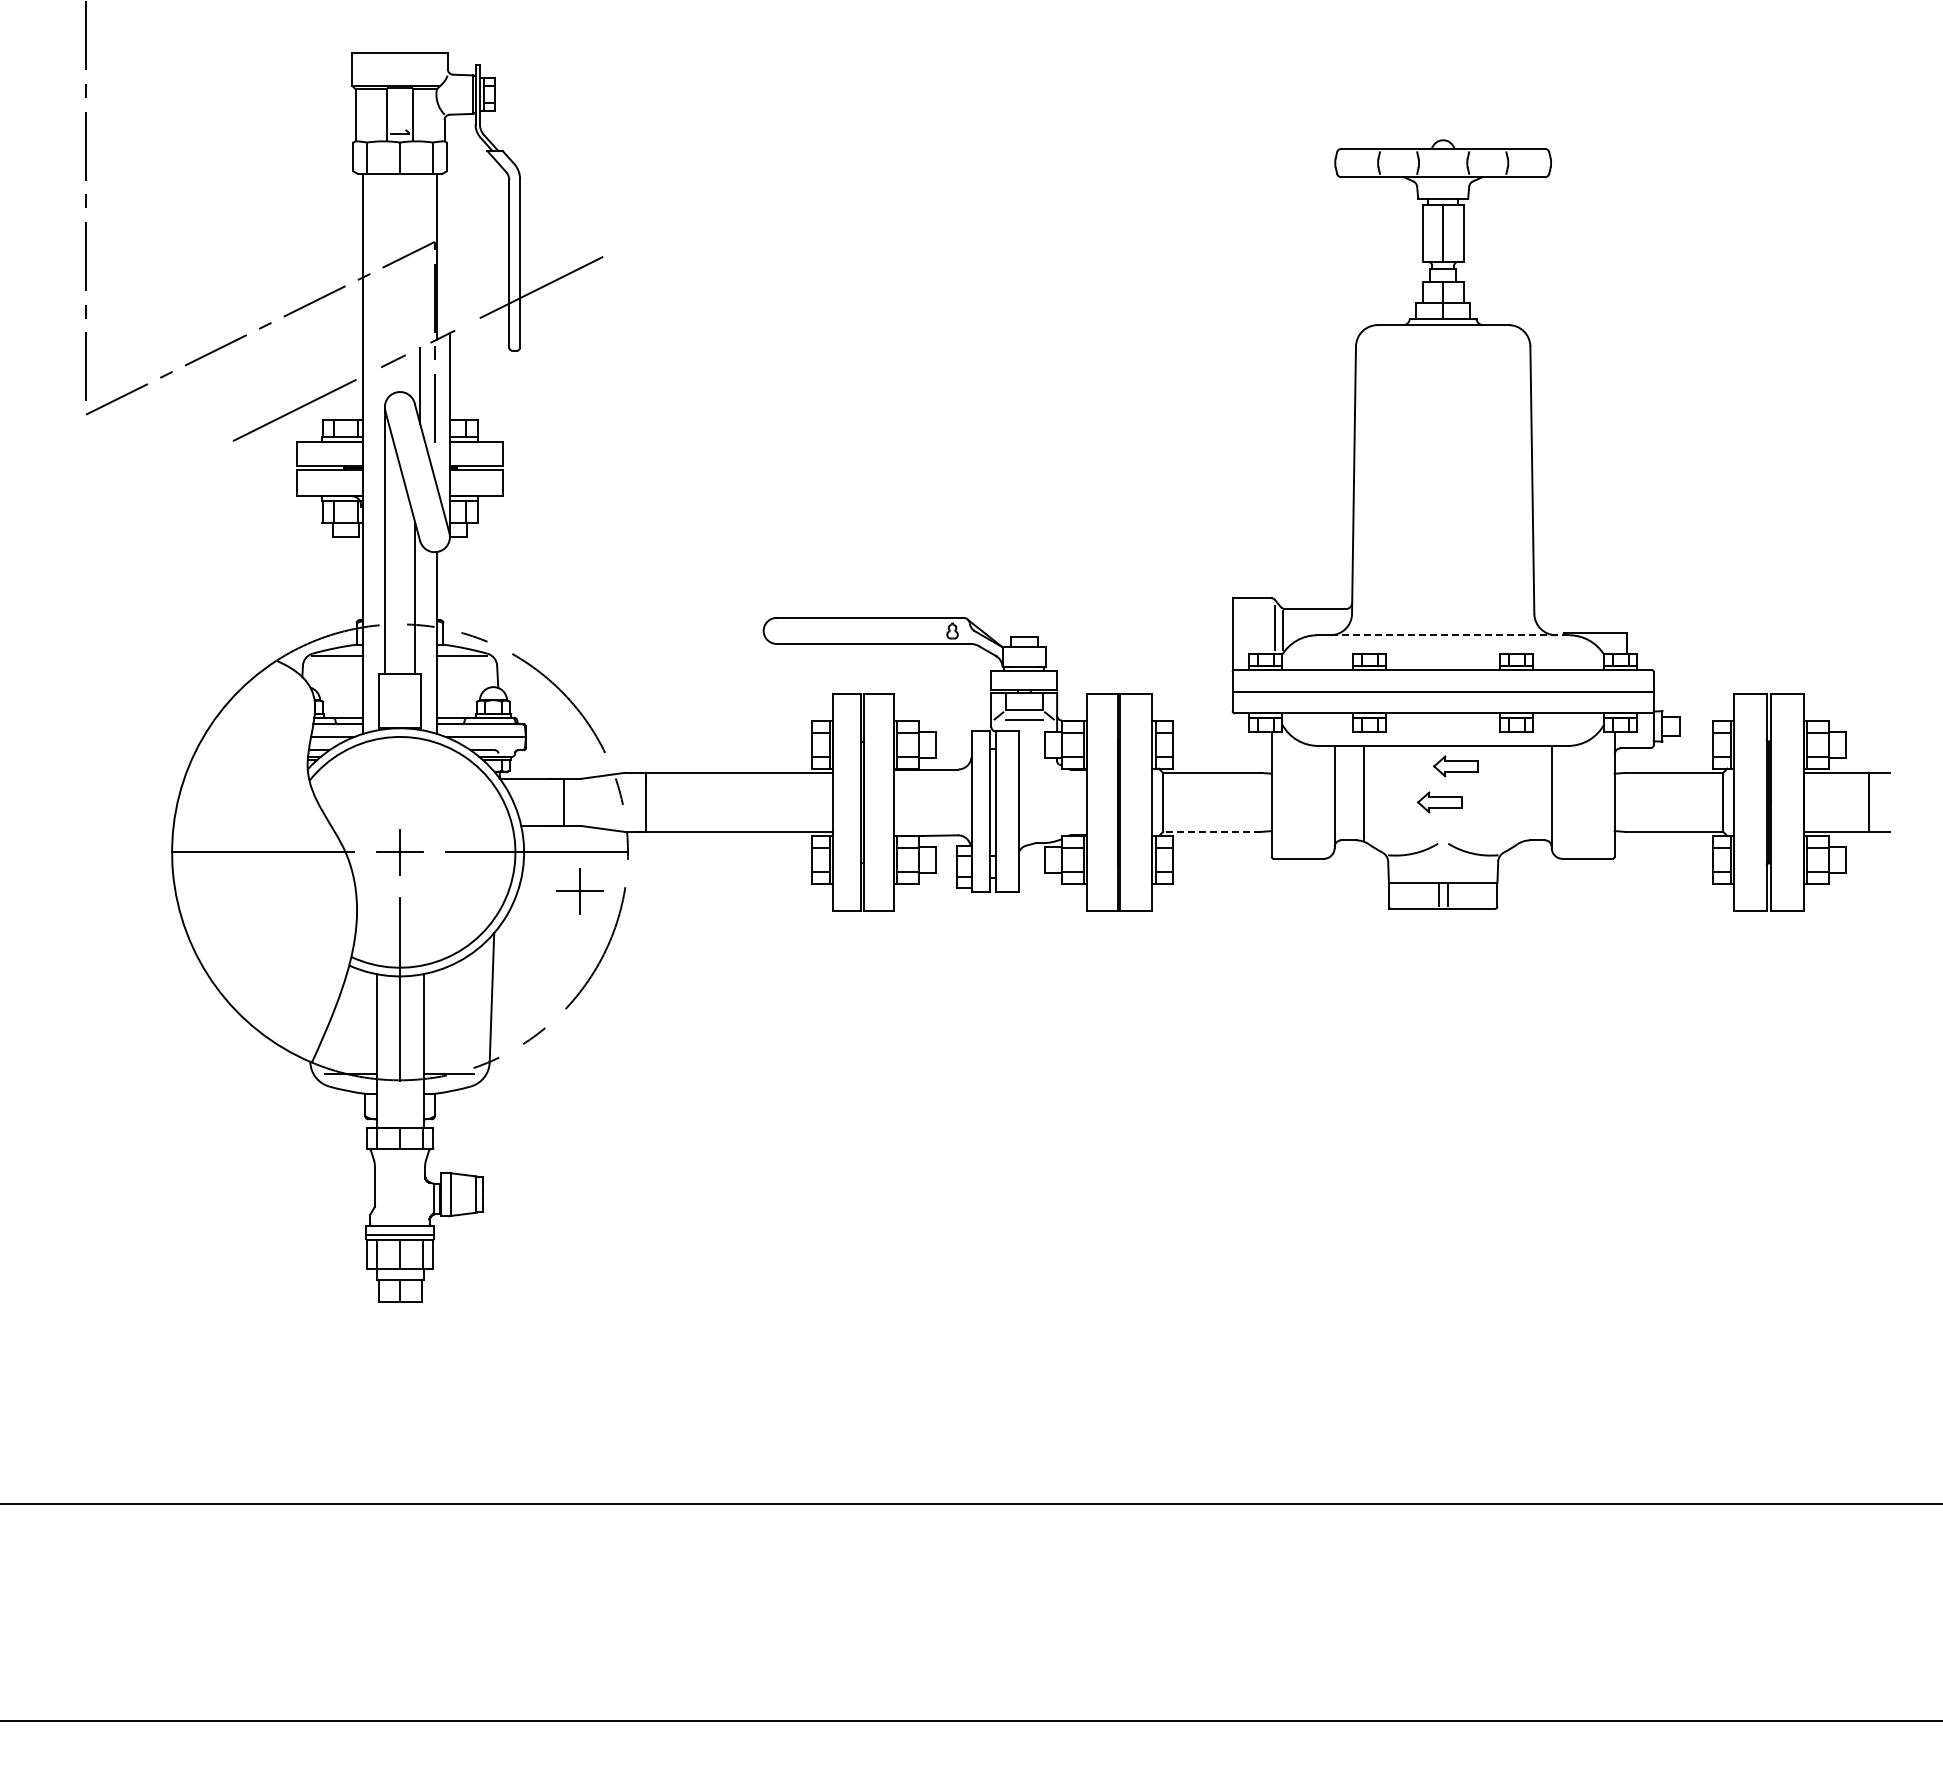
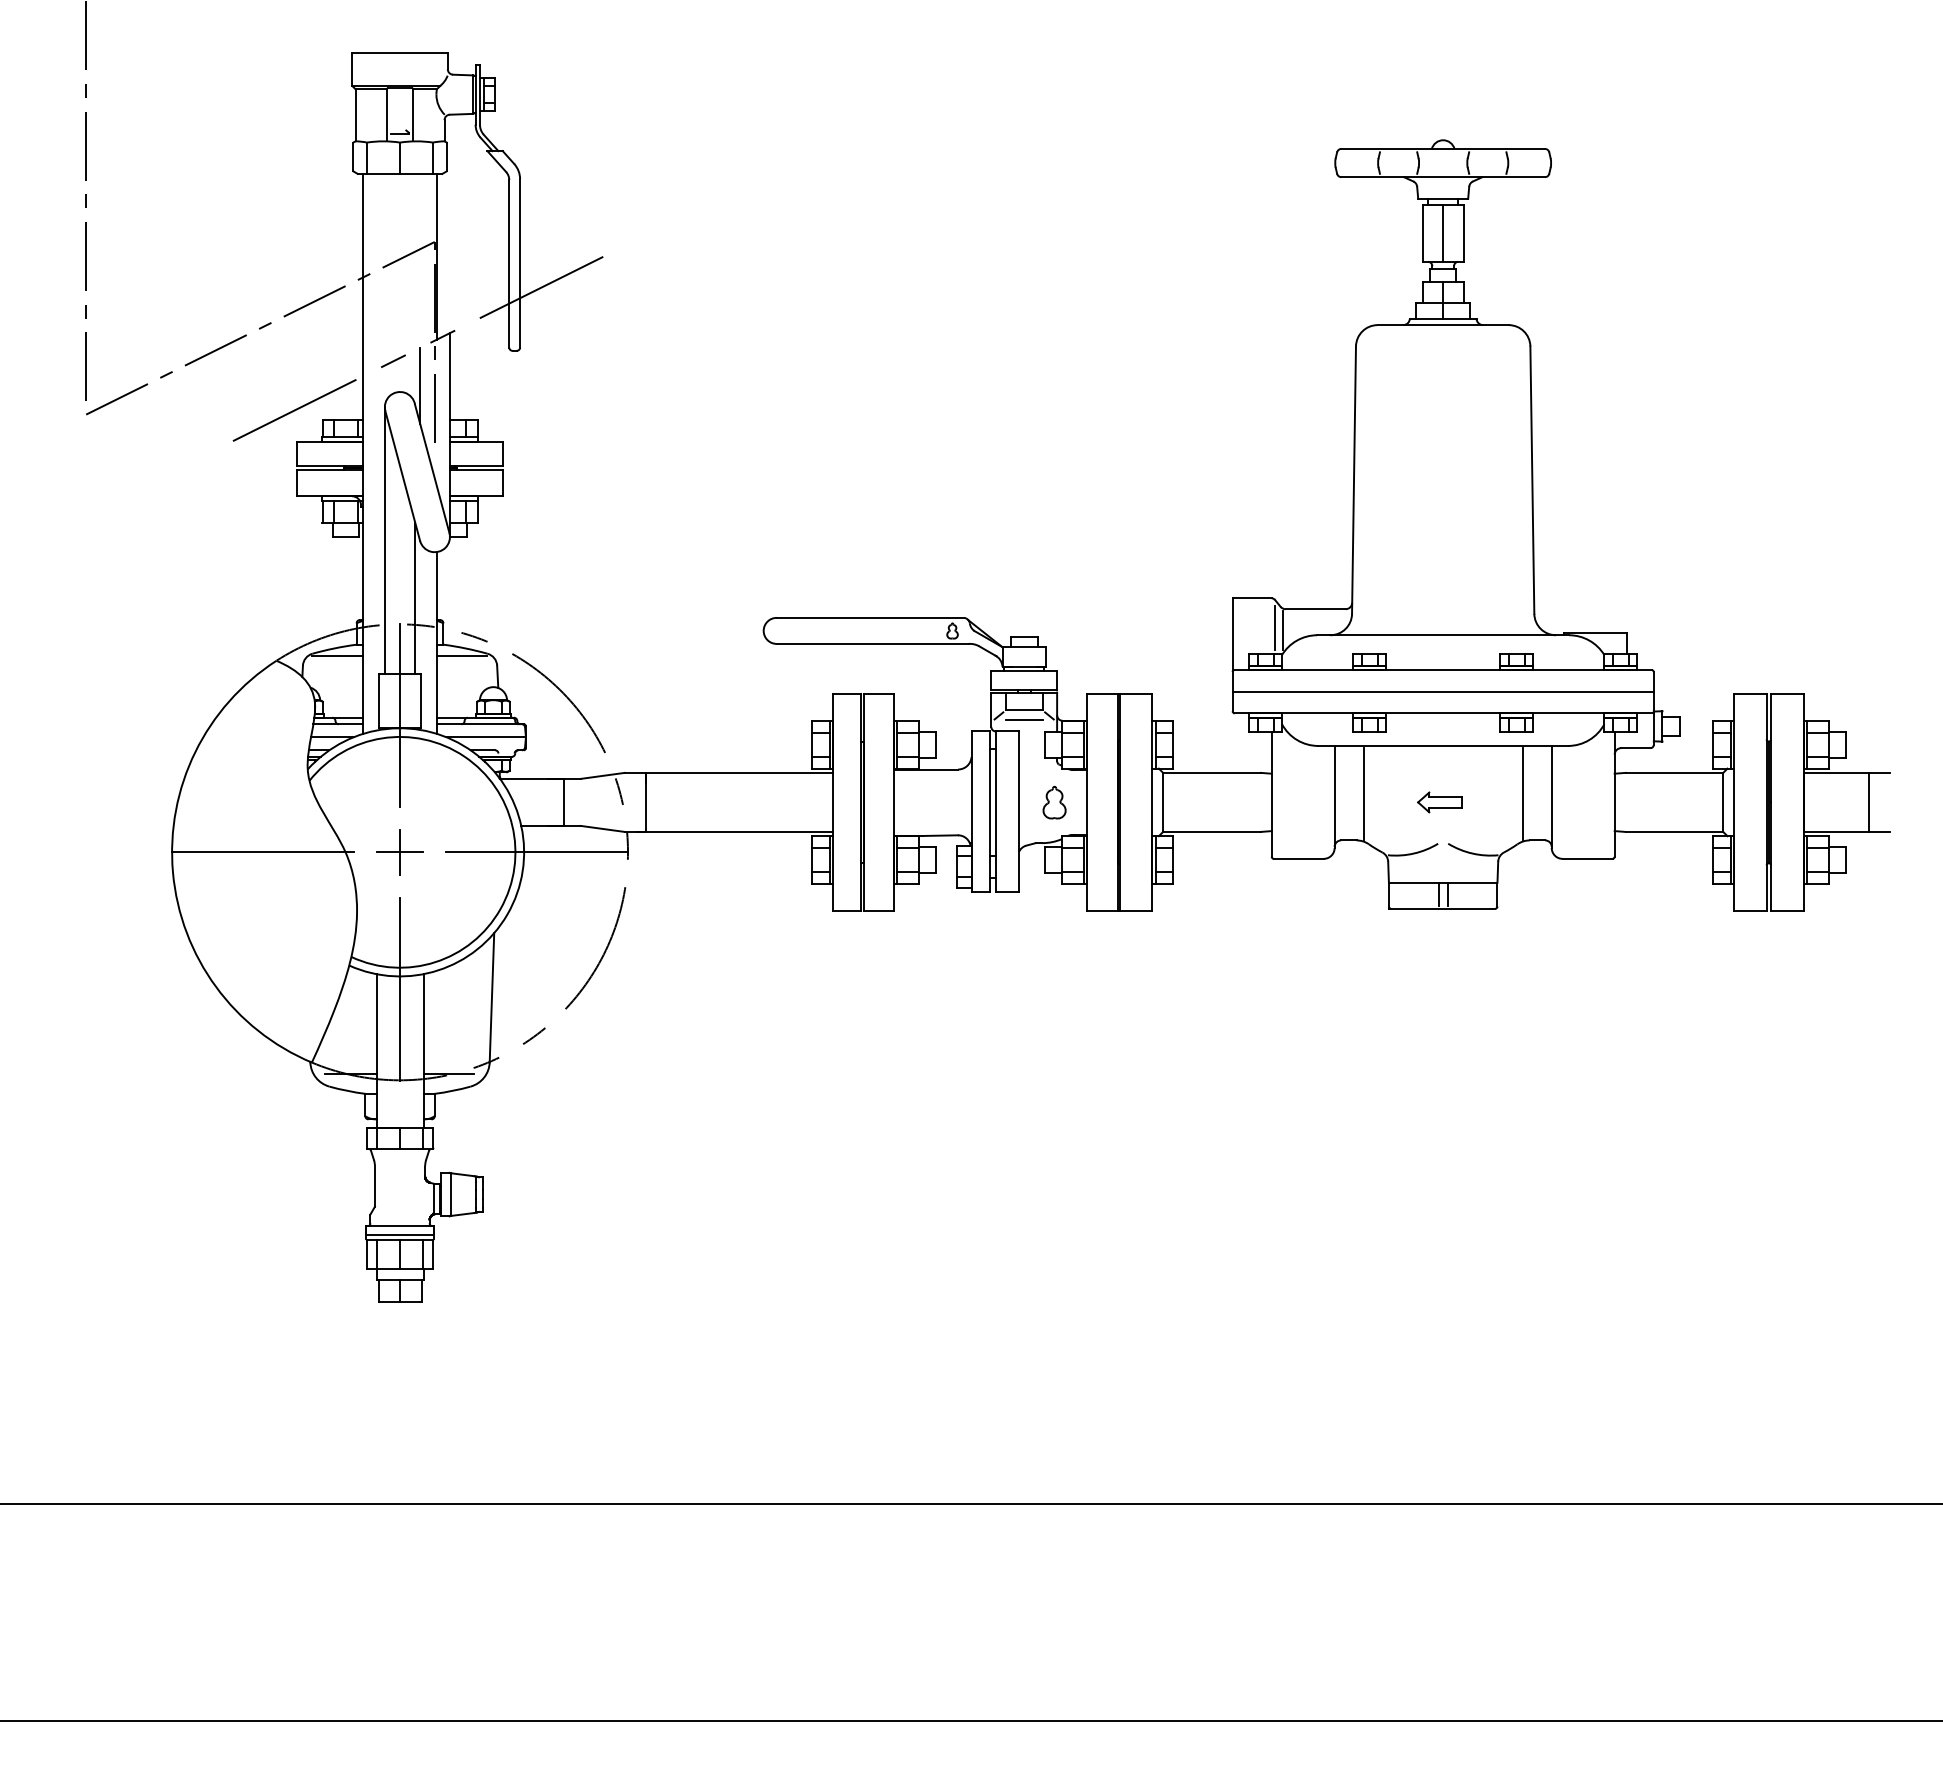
line at (1449, 635): dashed -> solid
line at (400, 715): none -> present
part at (1455, 766): present -> none
line at (1522, 794): none -> present
part at (1054, 802): none -> present
line at (1211, 831): dashed -> solid
part at (579, 891): present -> none
